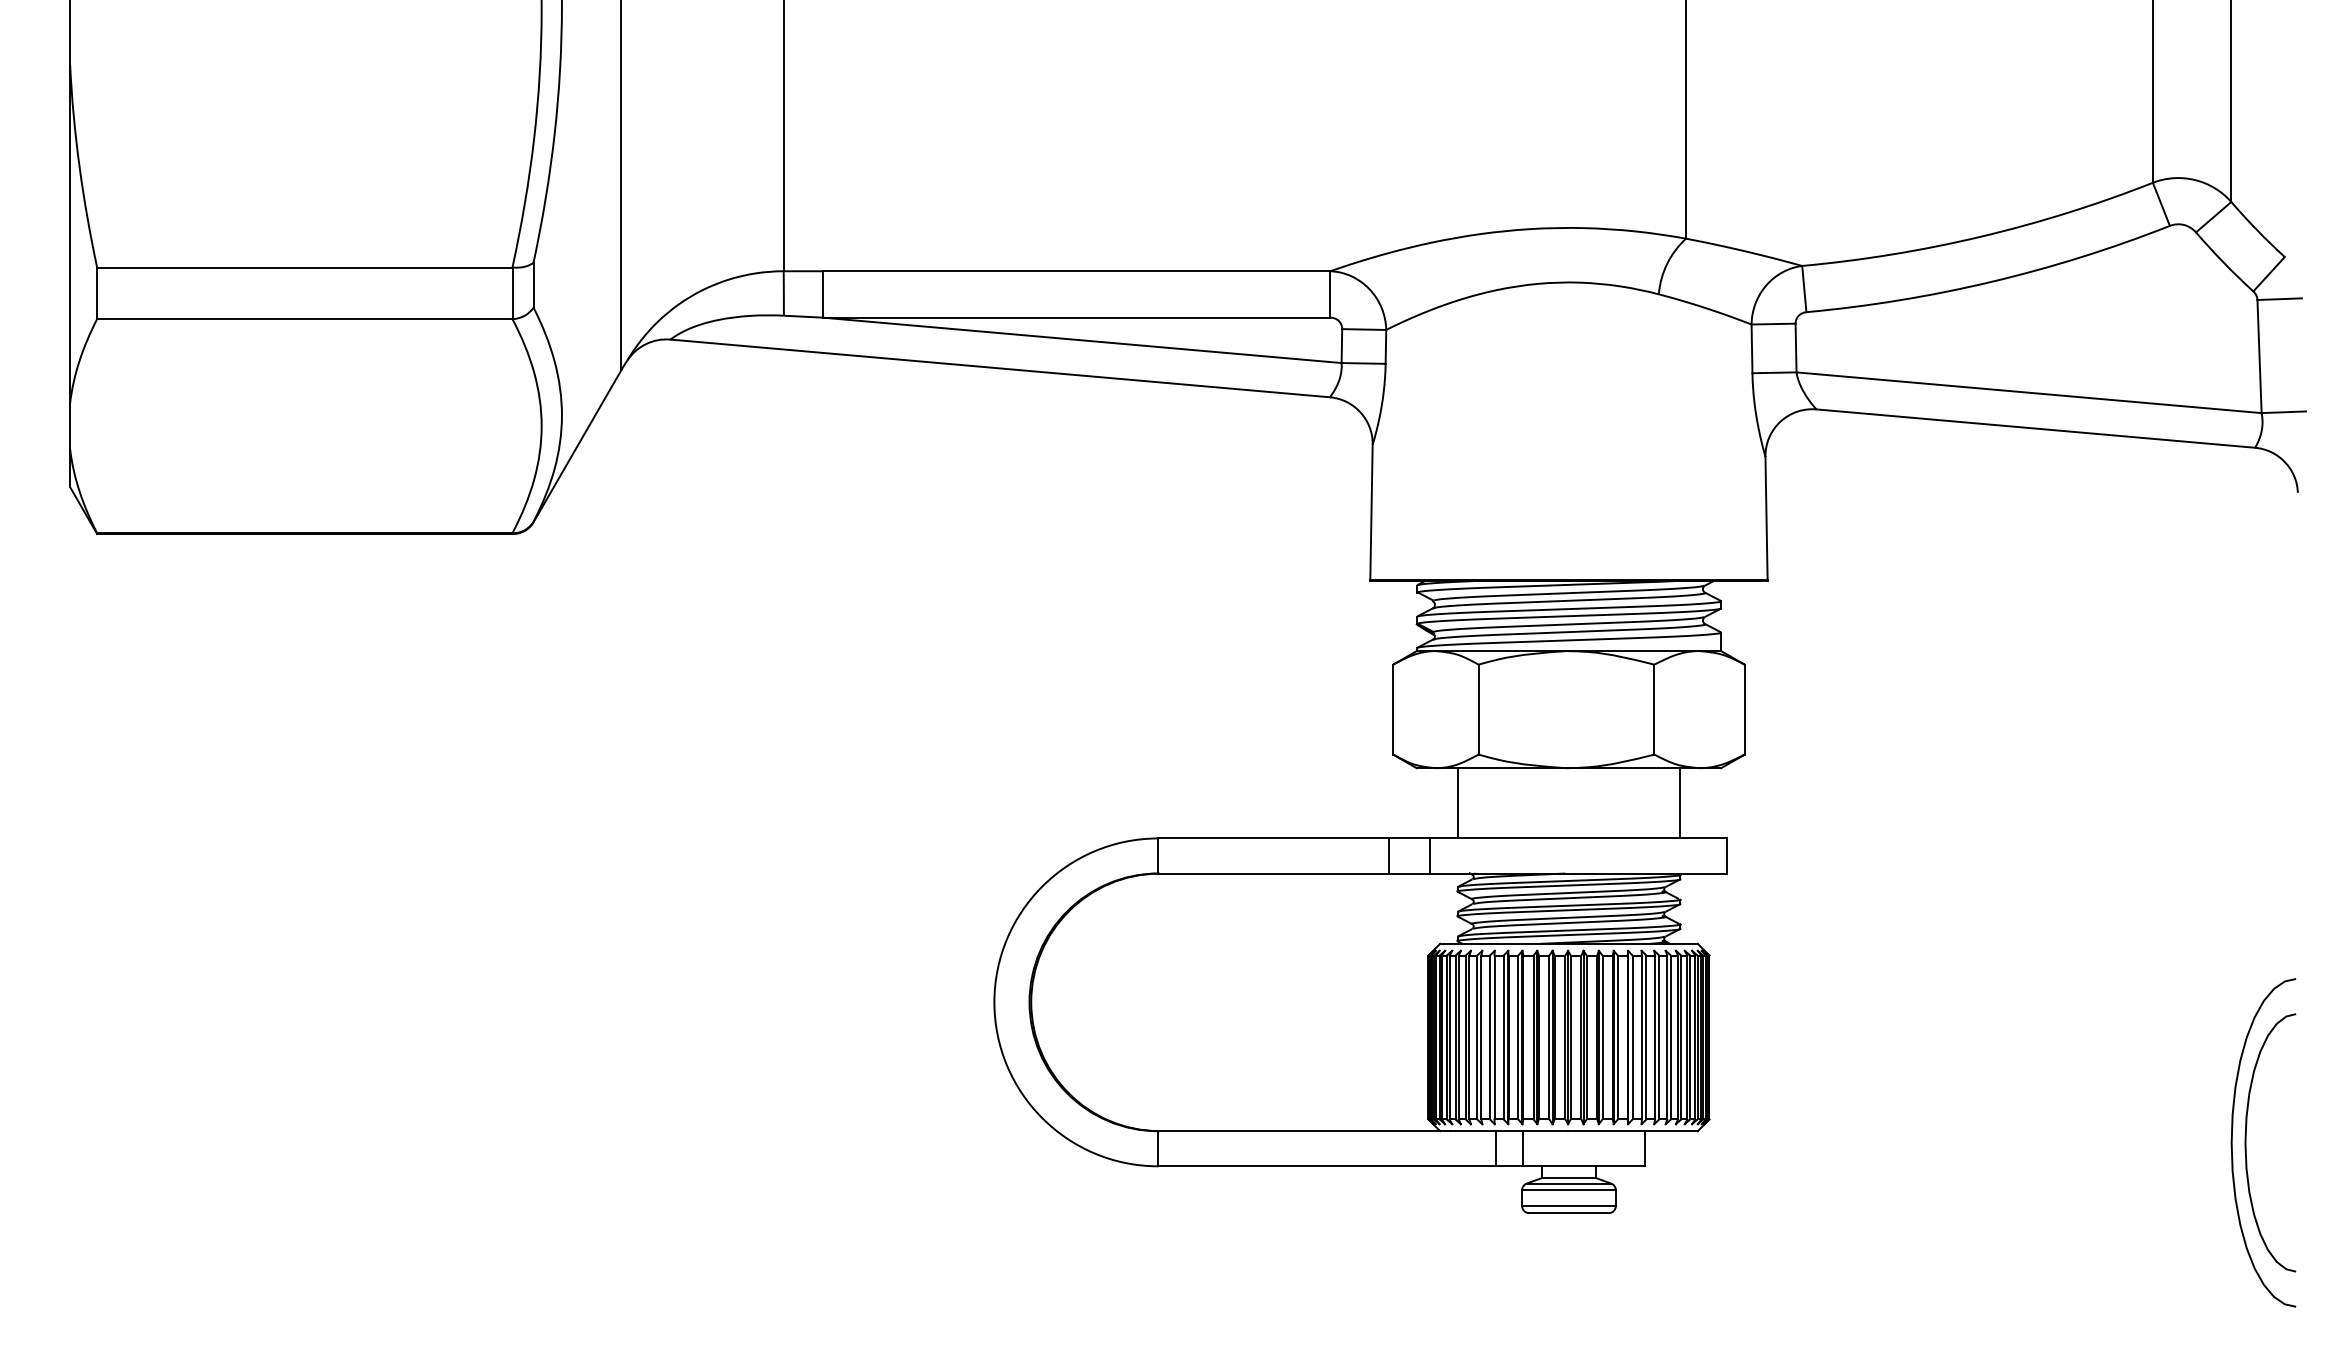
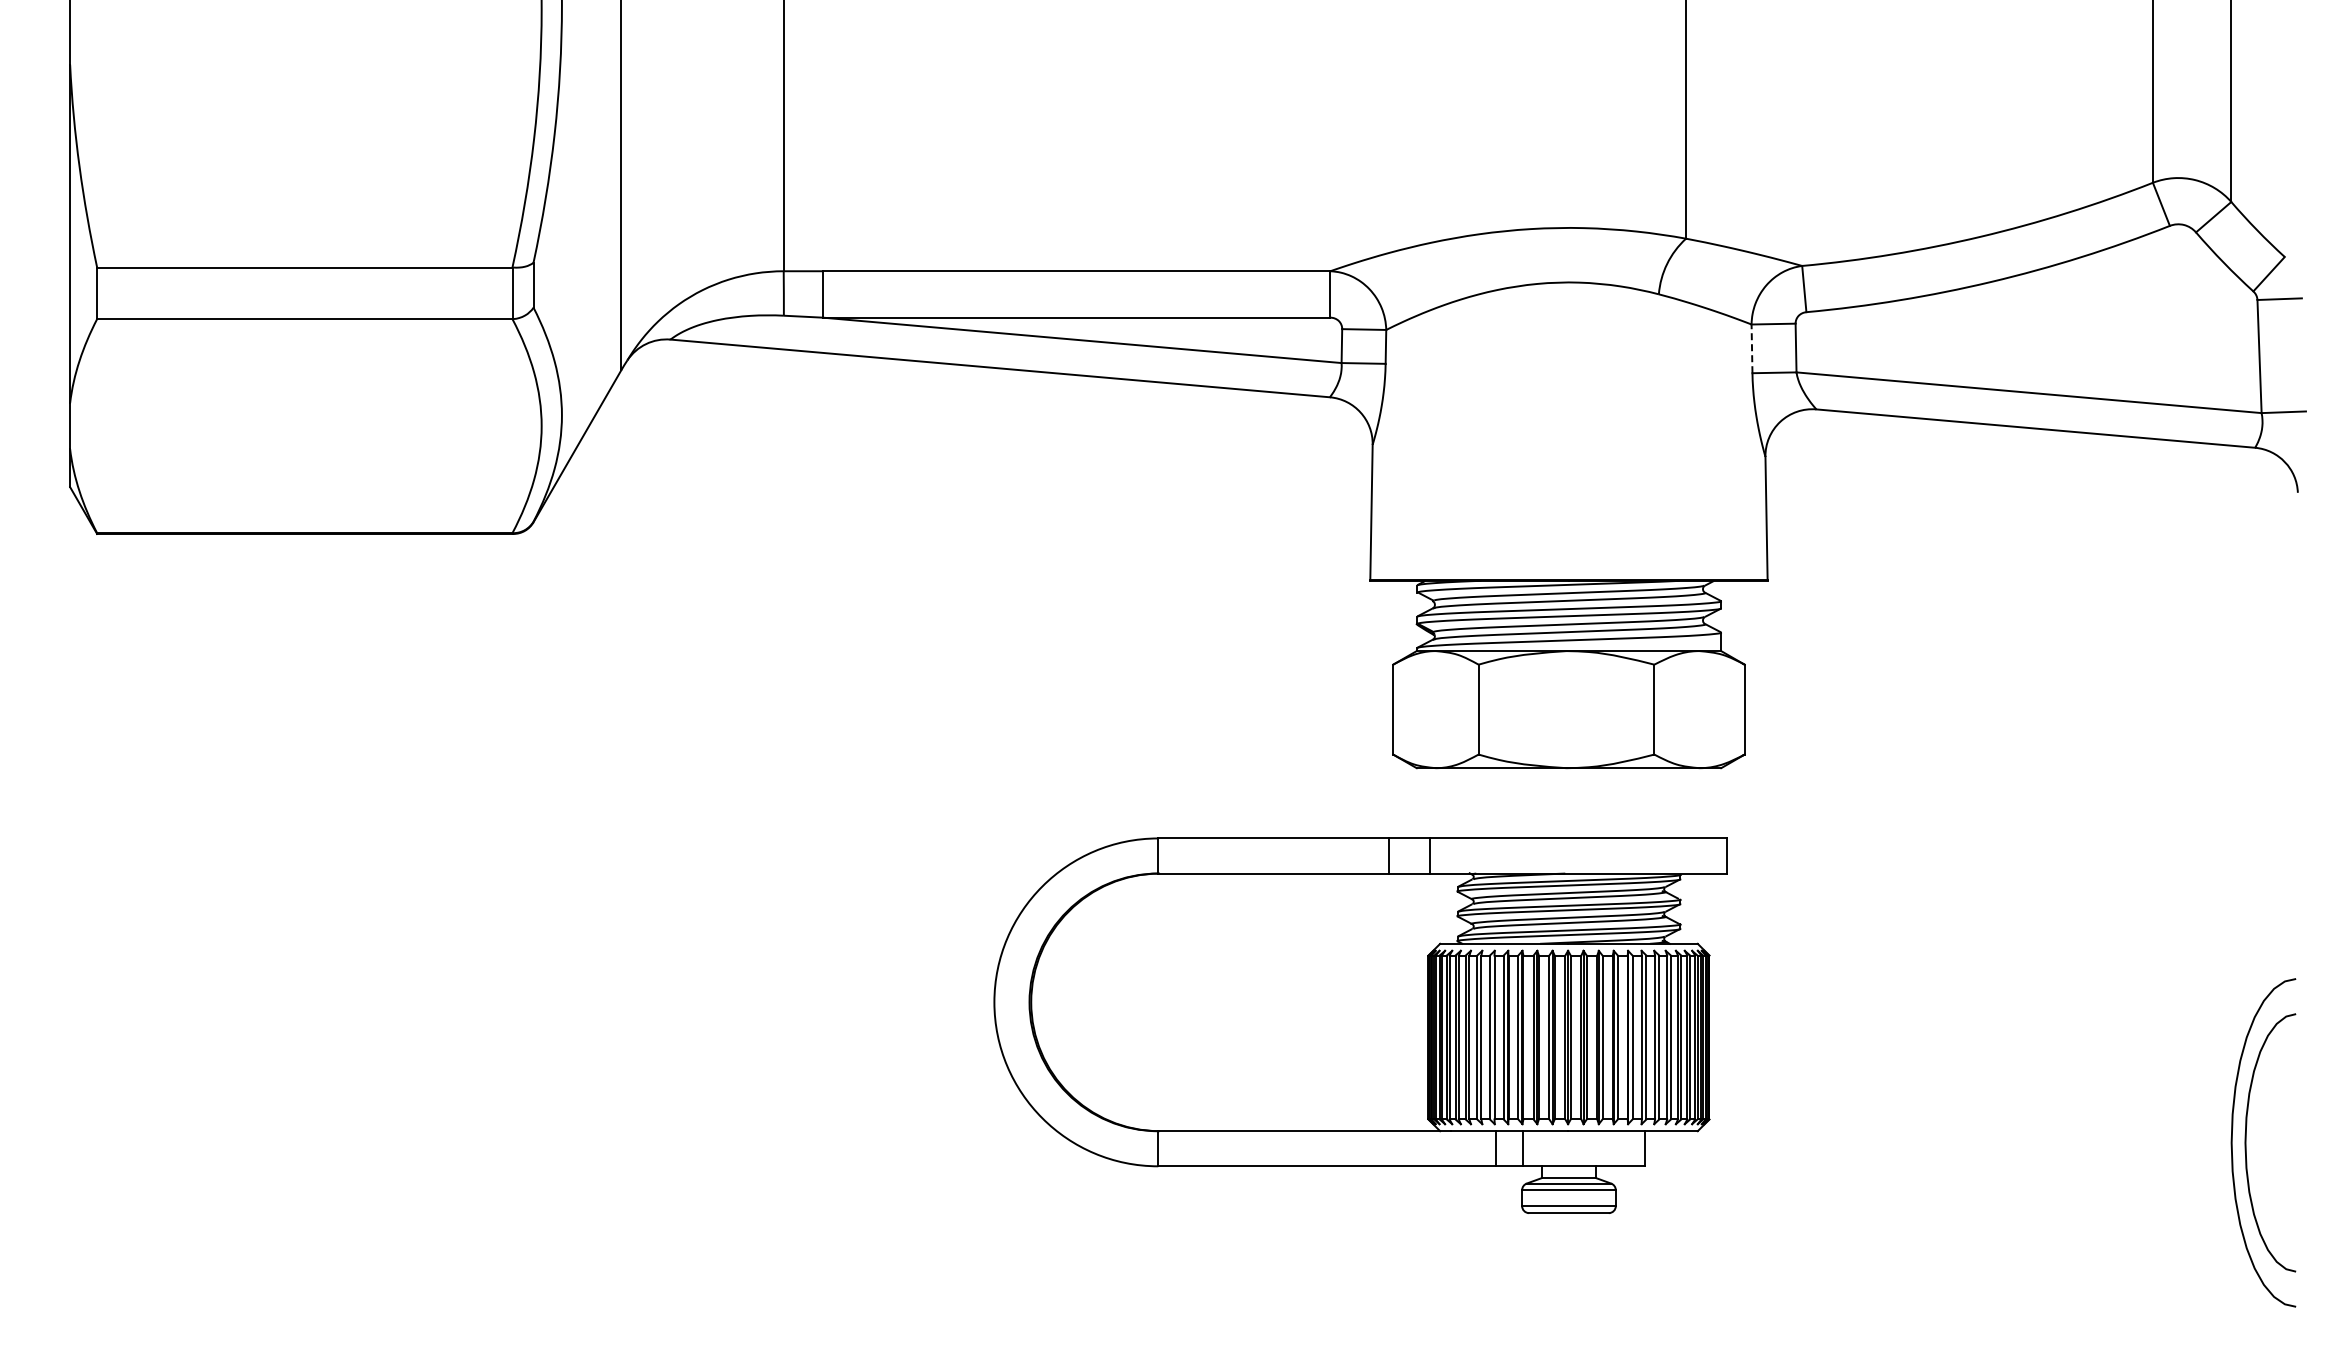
line at (1752, 348): solid -> dashed
line at (1457, 803): present -> none
line at (1680, 803): present -> none
